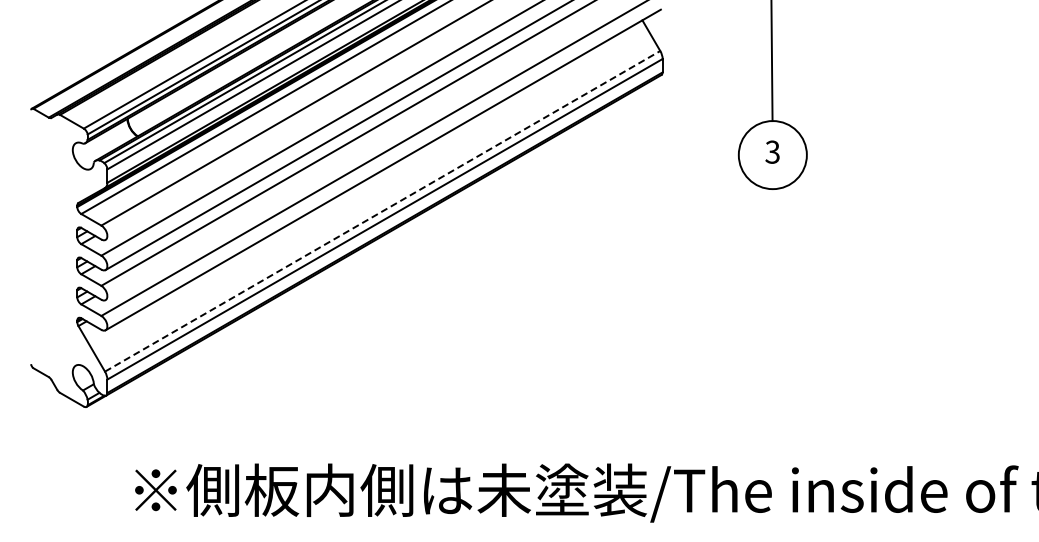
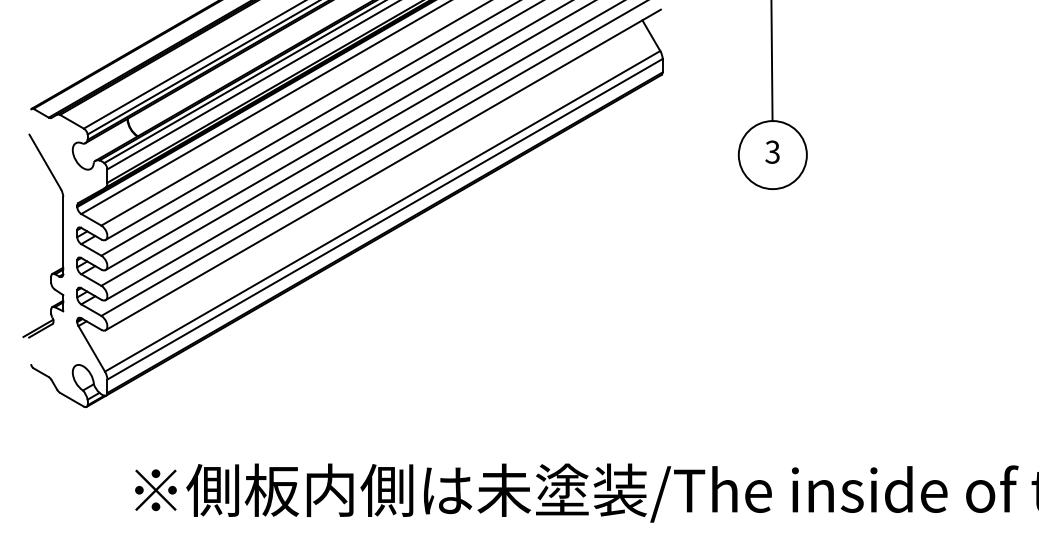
line at (311, 120): none -> present
line at (363, 151): none -> present
line at (382, 211): dashed -> solid
part at (62, 235): none -> present
